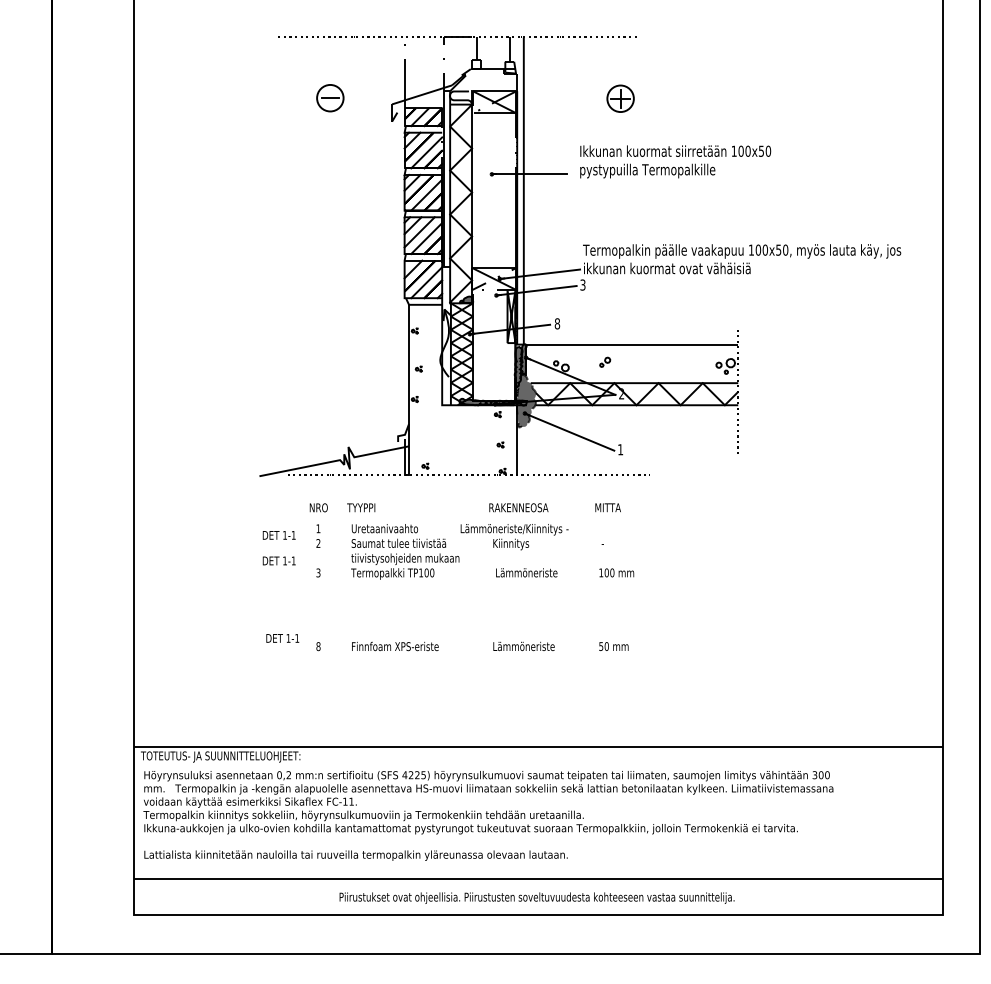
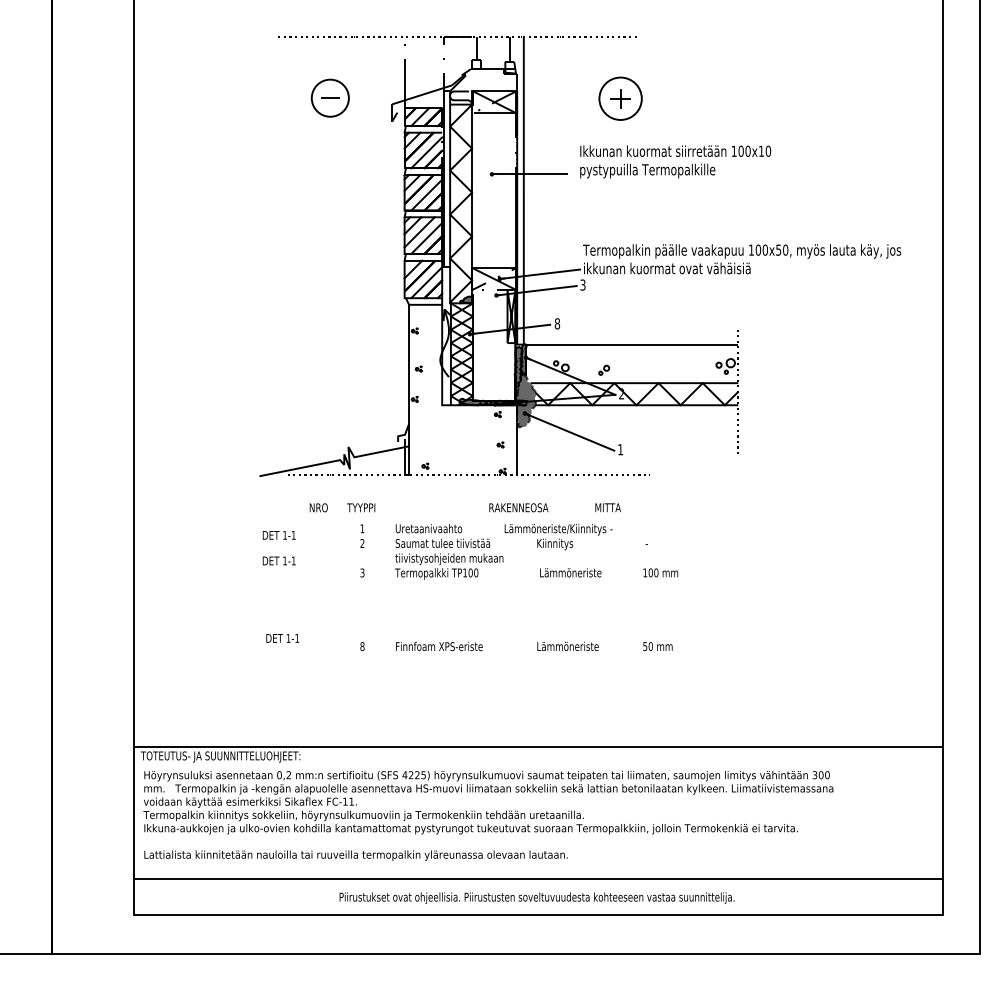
circle at (330, 97) diameter: 27 px -> 37 px
circle at (620, 98) diameter: 27 px -> 42 px
text at (761, 150): 100x50 -> 100x10
part at (605, 361) position: (605, 361) -> (604, 369)
text at (475, 587) position: (475, 587) -> (519, 587)
